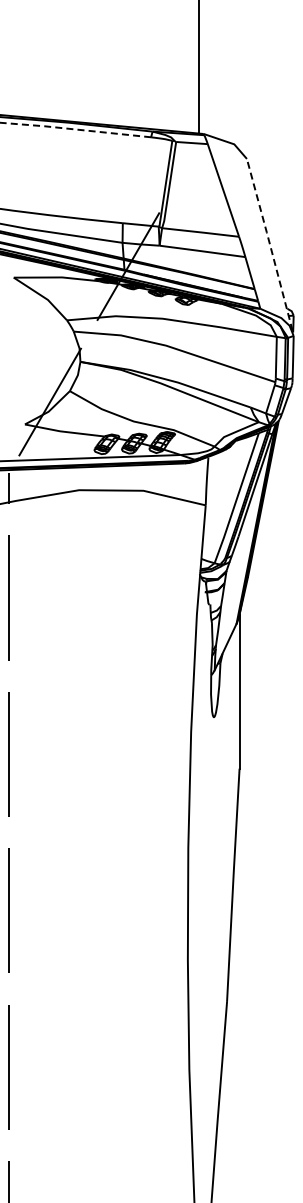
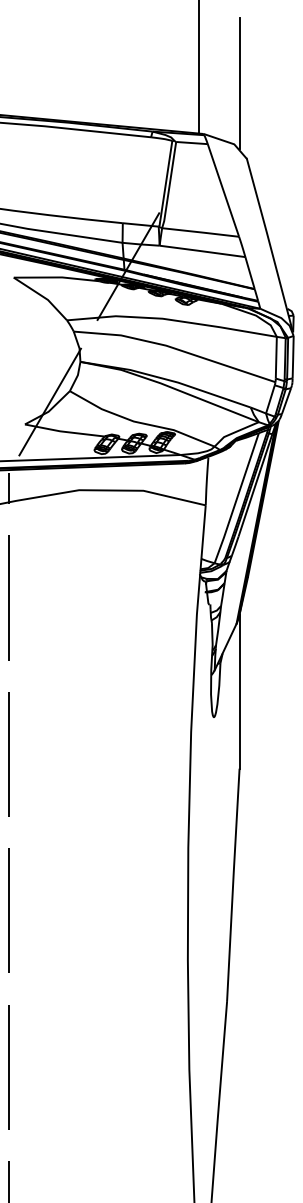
line at (239, 83): none -> present
line at (74, 129): dashed -> solid
line at (269, 243): dashed -> solid
